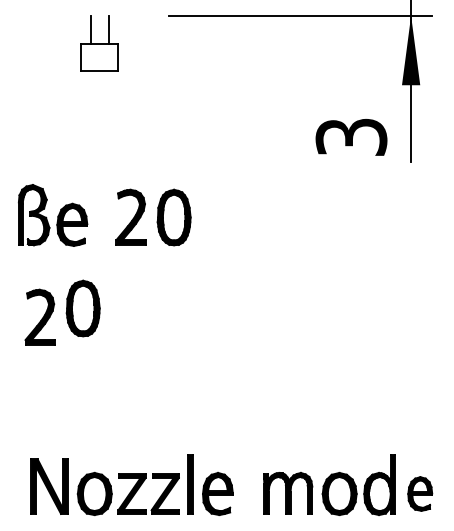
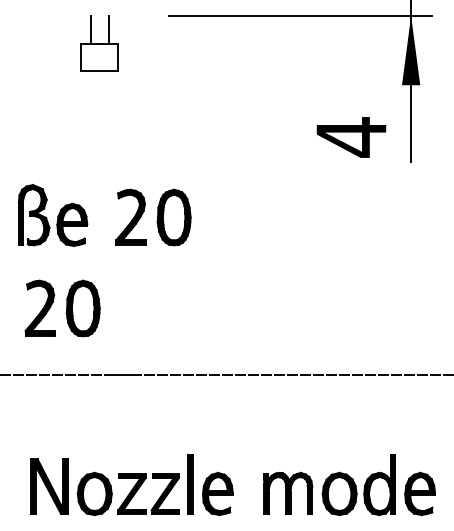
text at (351, 137): 3 -> 4
part at (39, 316) position: (39, 316) -> (39, 307)
line at (226, 375): none -> present
part at (420, 493) size: 27x36 px -> 33x46 px
